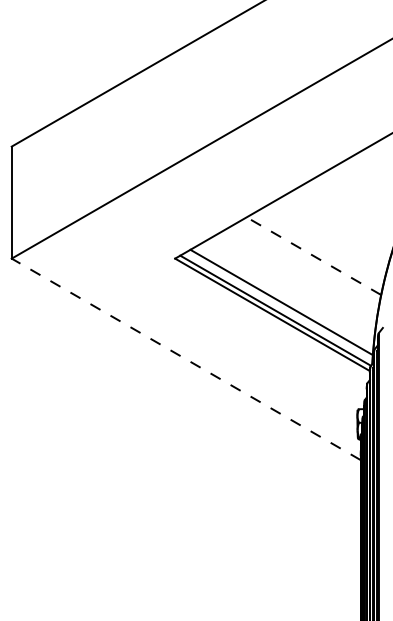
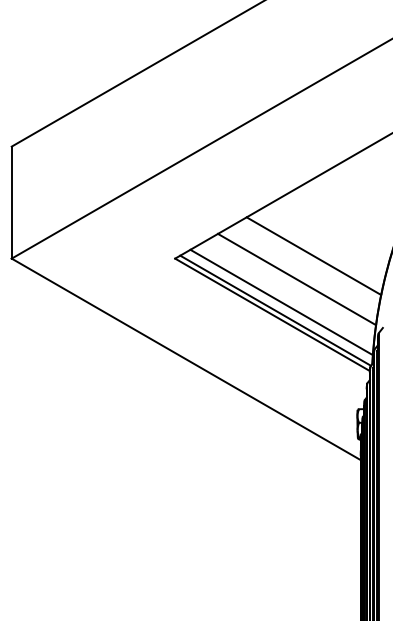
line at (313, 256): dashed -> solid
line at (297, 279): none -> present
line at (185, 359): dashed -> solid
